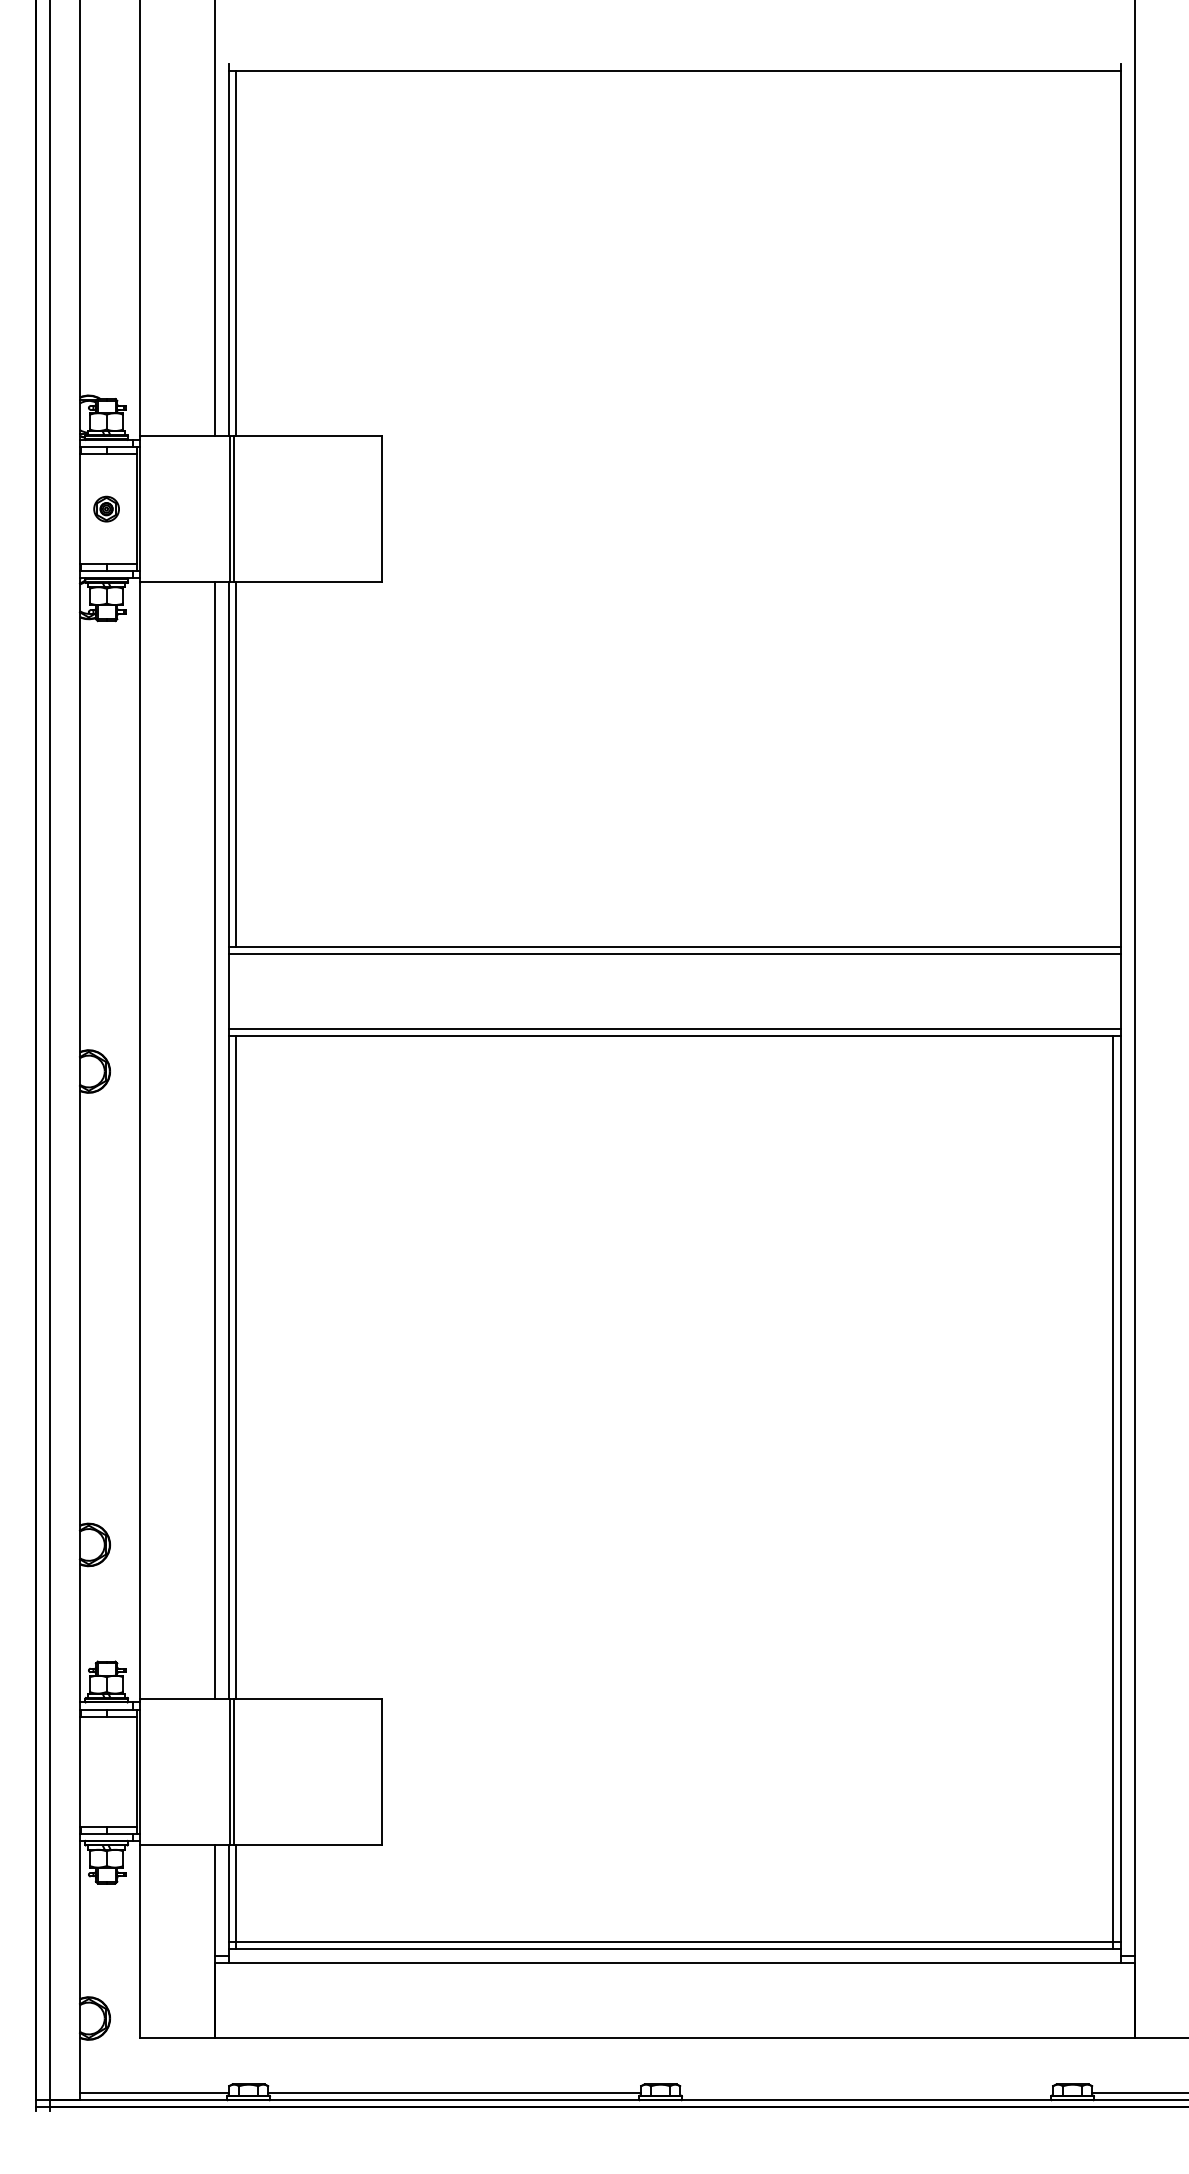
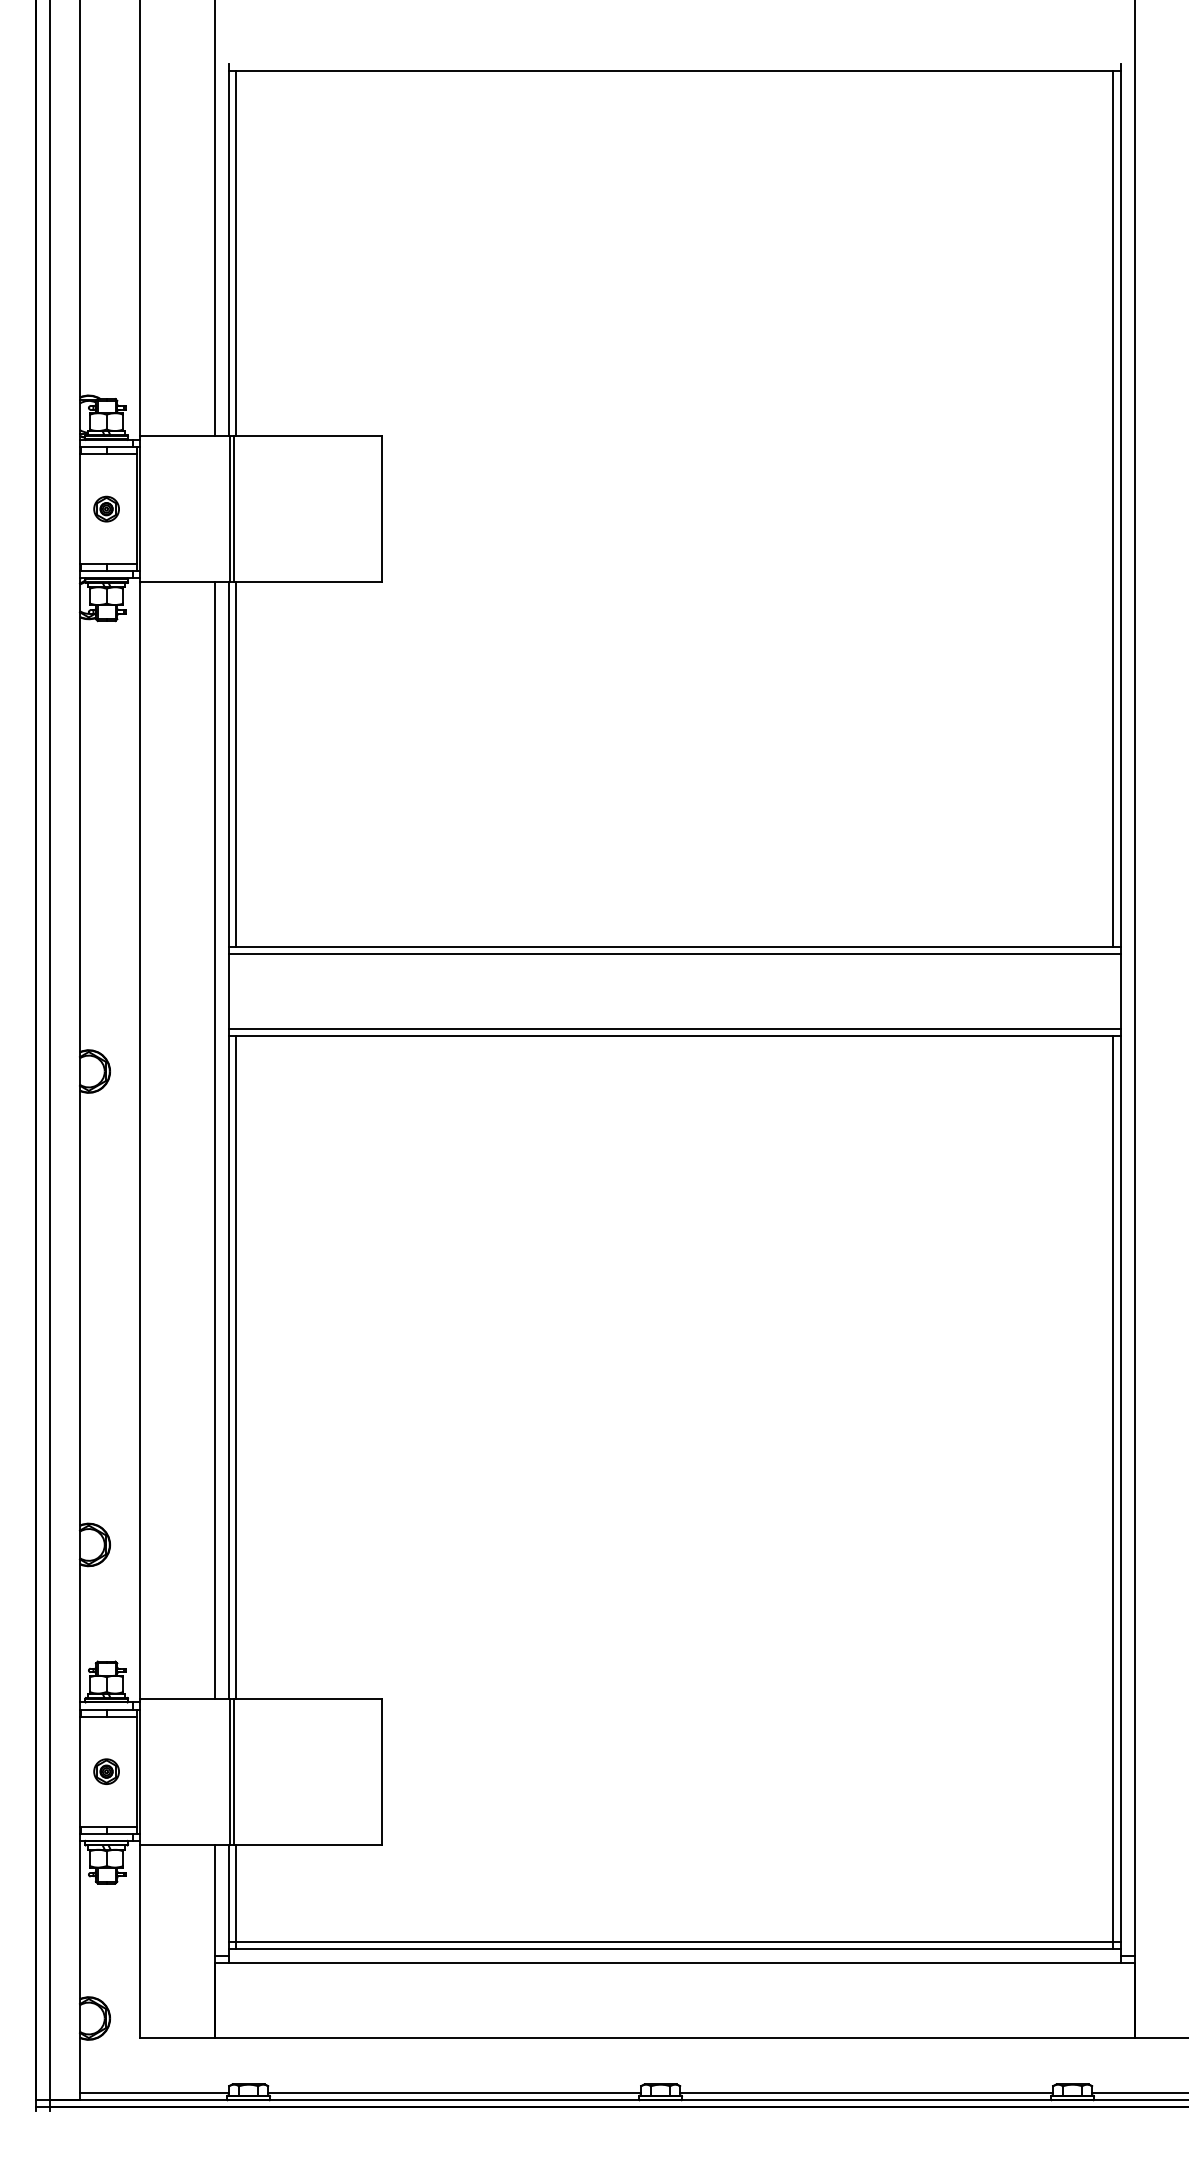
line at (1113, 509): none -> present
part at (106, 1771): none -> present
line at (866, 2093): none -> present
